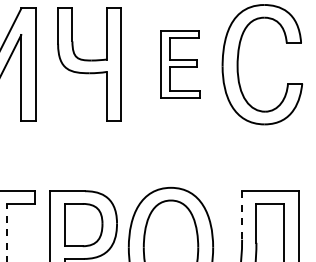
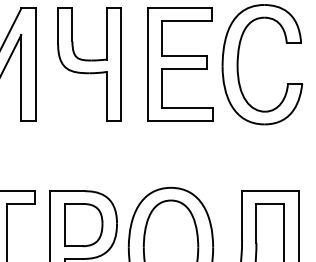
part at (180, 64) size: 41x69 px -> 67x115 px
line at (242, 215): dashed -> solid
line at (7, 232): dashed -> solid
